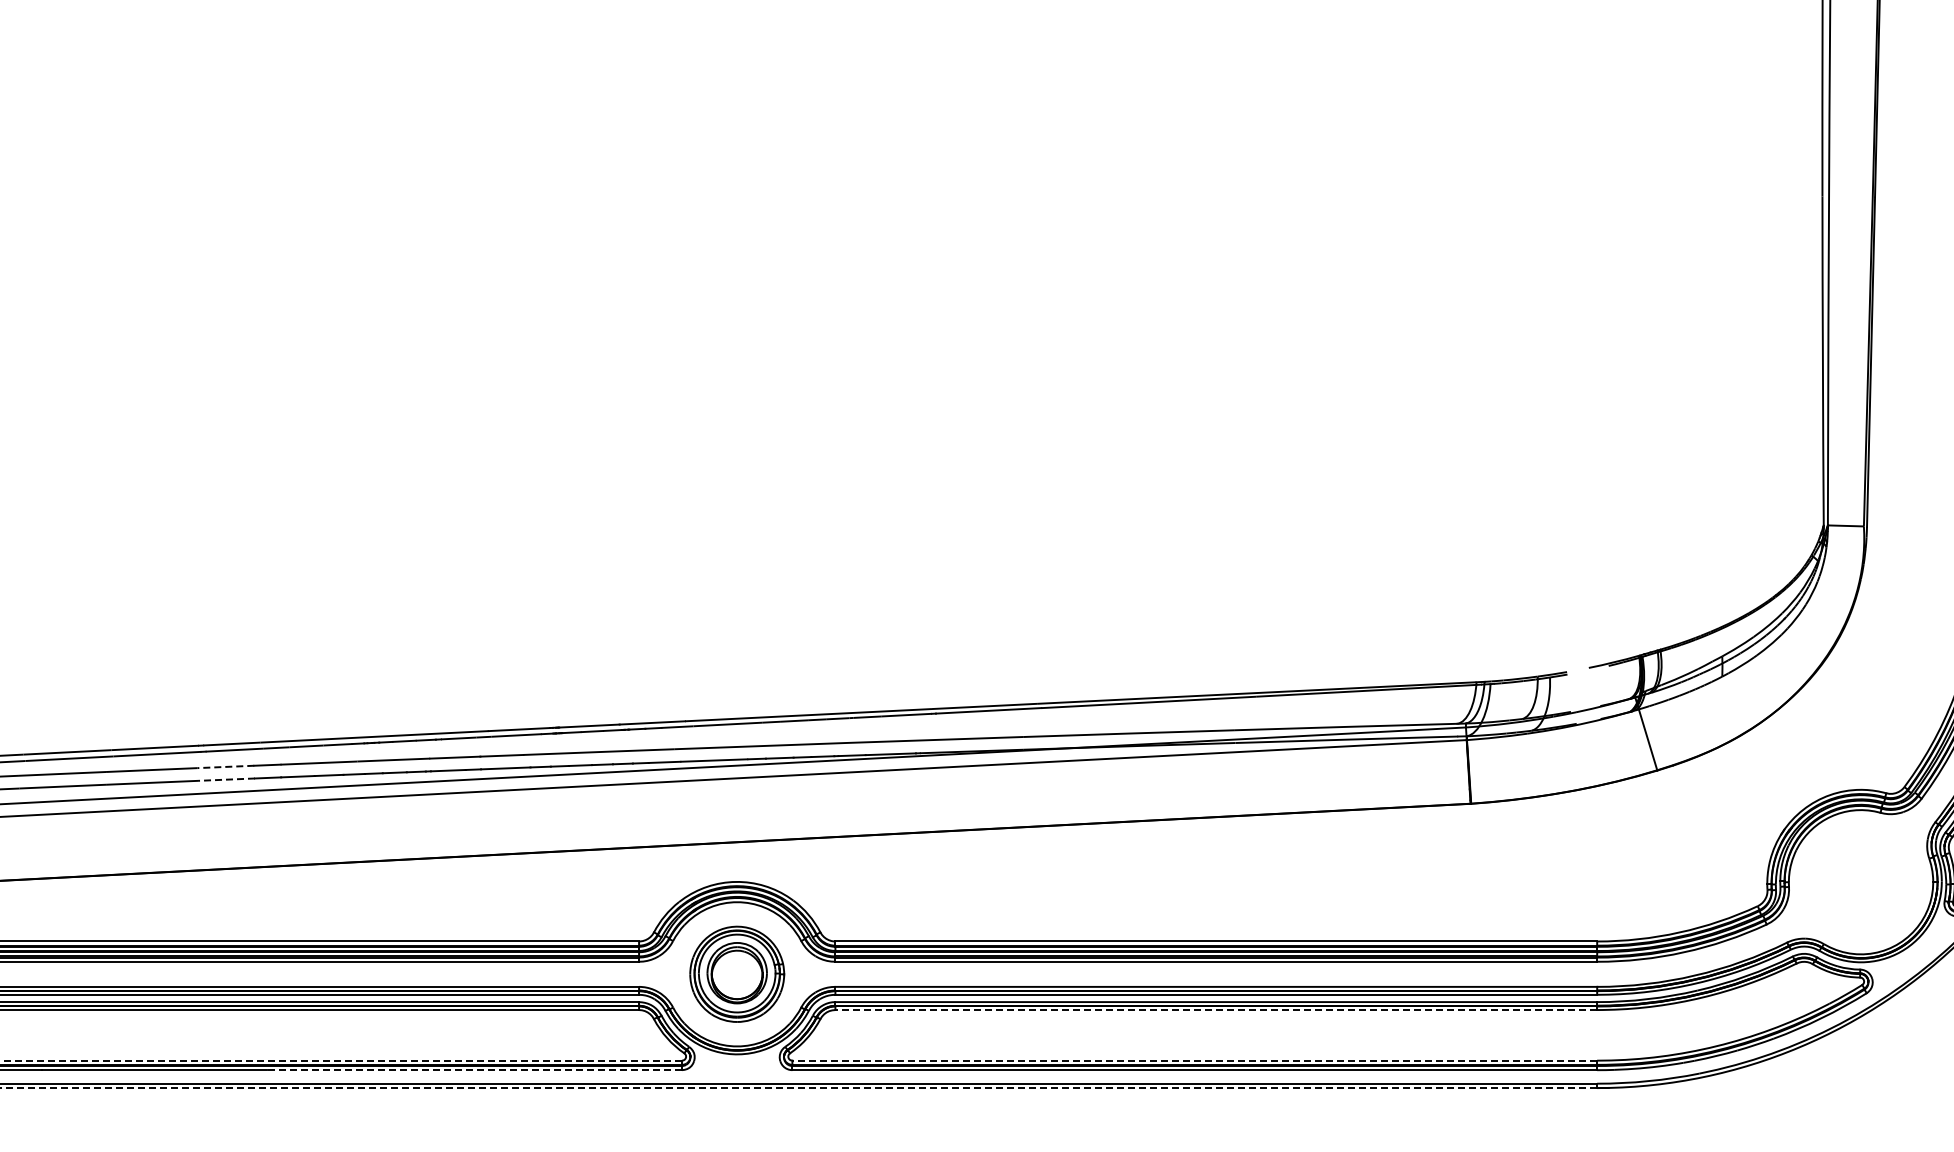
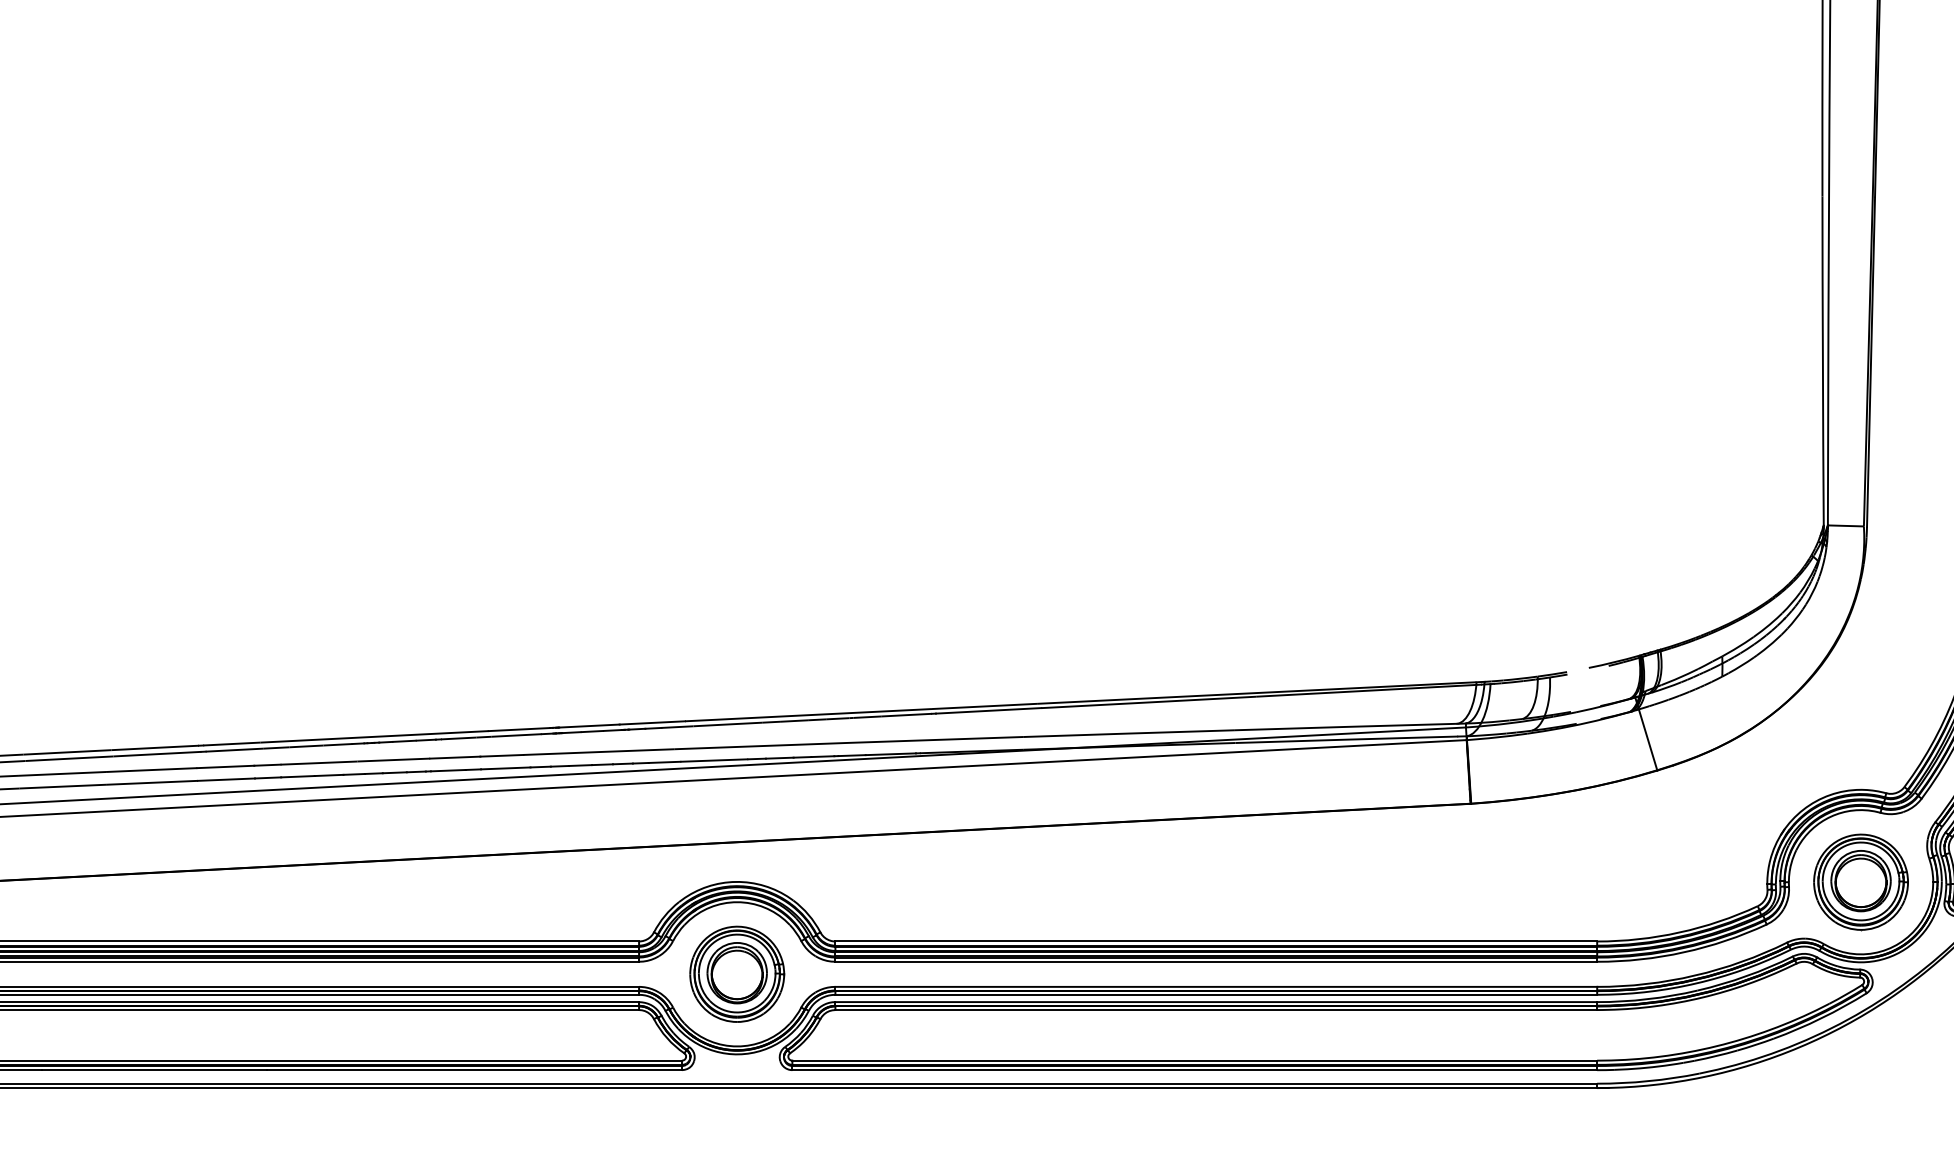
line at (225, 766): dashed -> solid
line at (226, 779): dashed -> solid
part at (1860, 882): none -> present
line at (1216, 1010): dashed -> solid
line at (341, 1060): dashed -> solid
line at (1194, 1060): dashed -> solid
line at (474, 1070): dashed -> solid
line at (798, 1088): dashed -> solid
